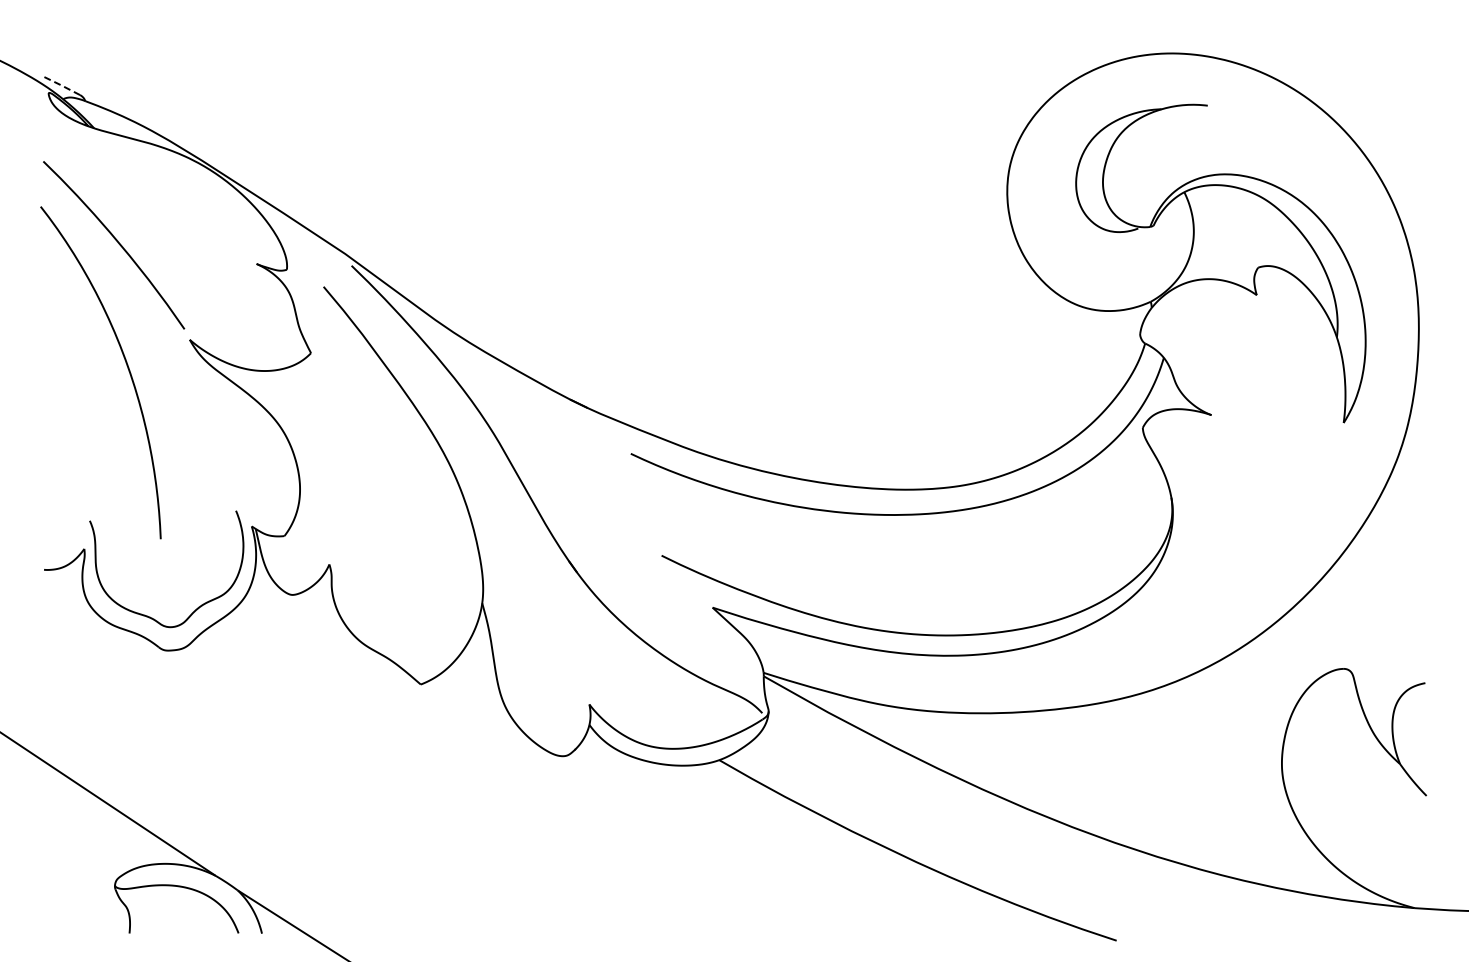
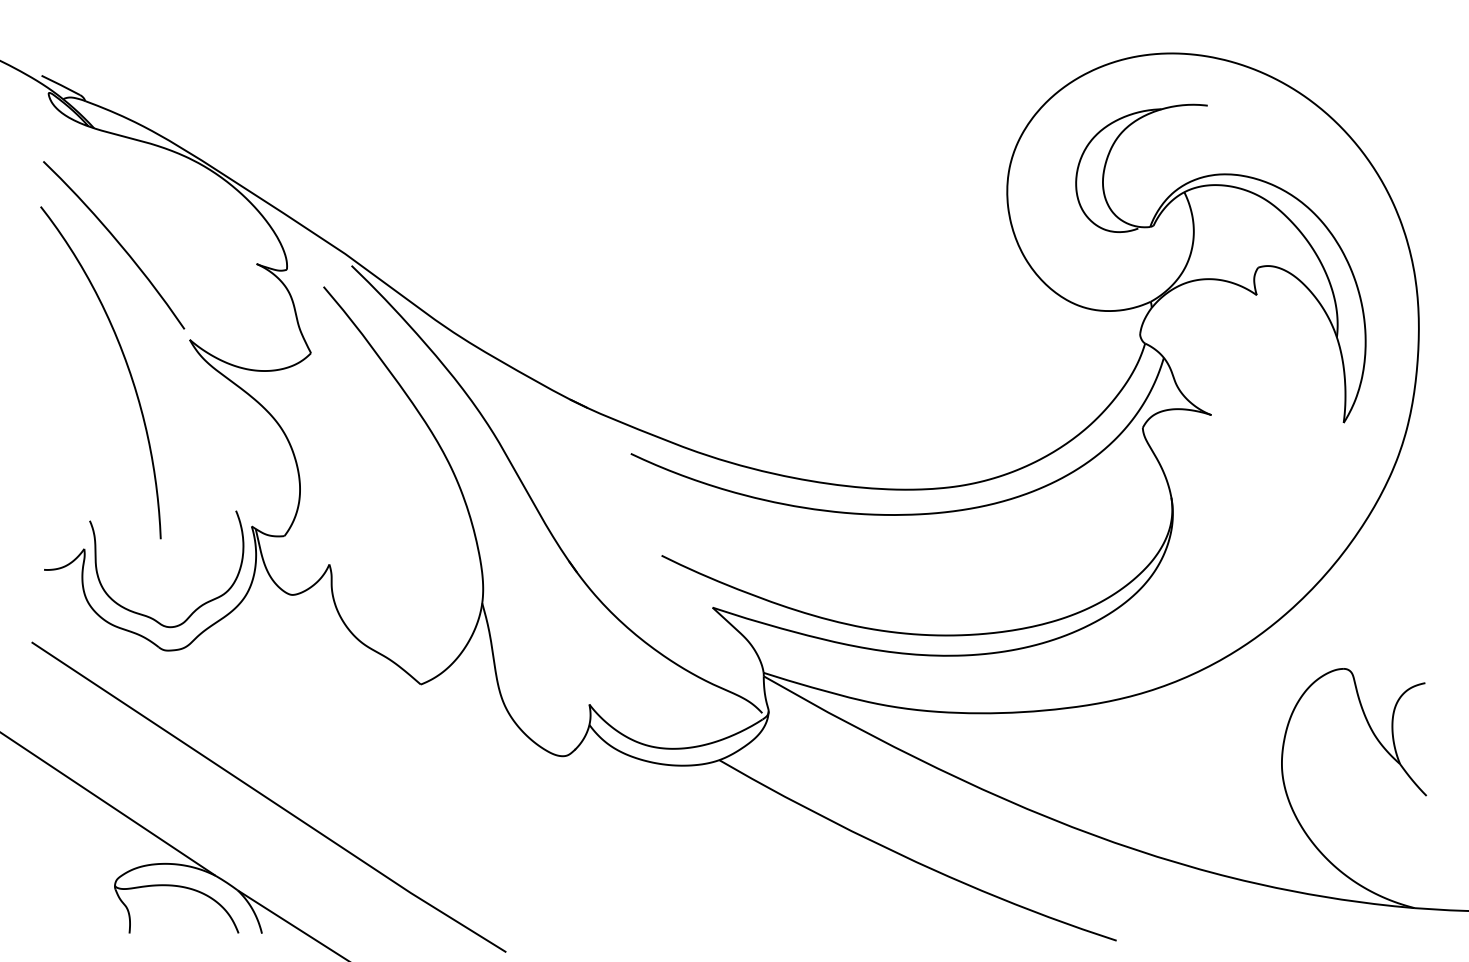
line at (60, 85): dashed -> solid
line at (268, 797): none -> present
